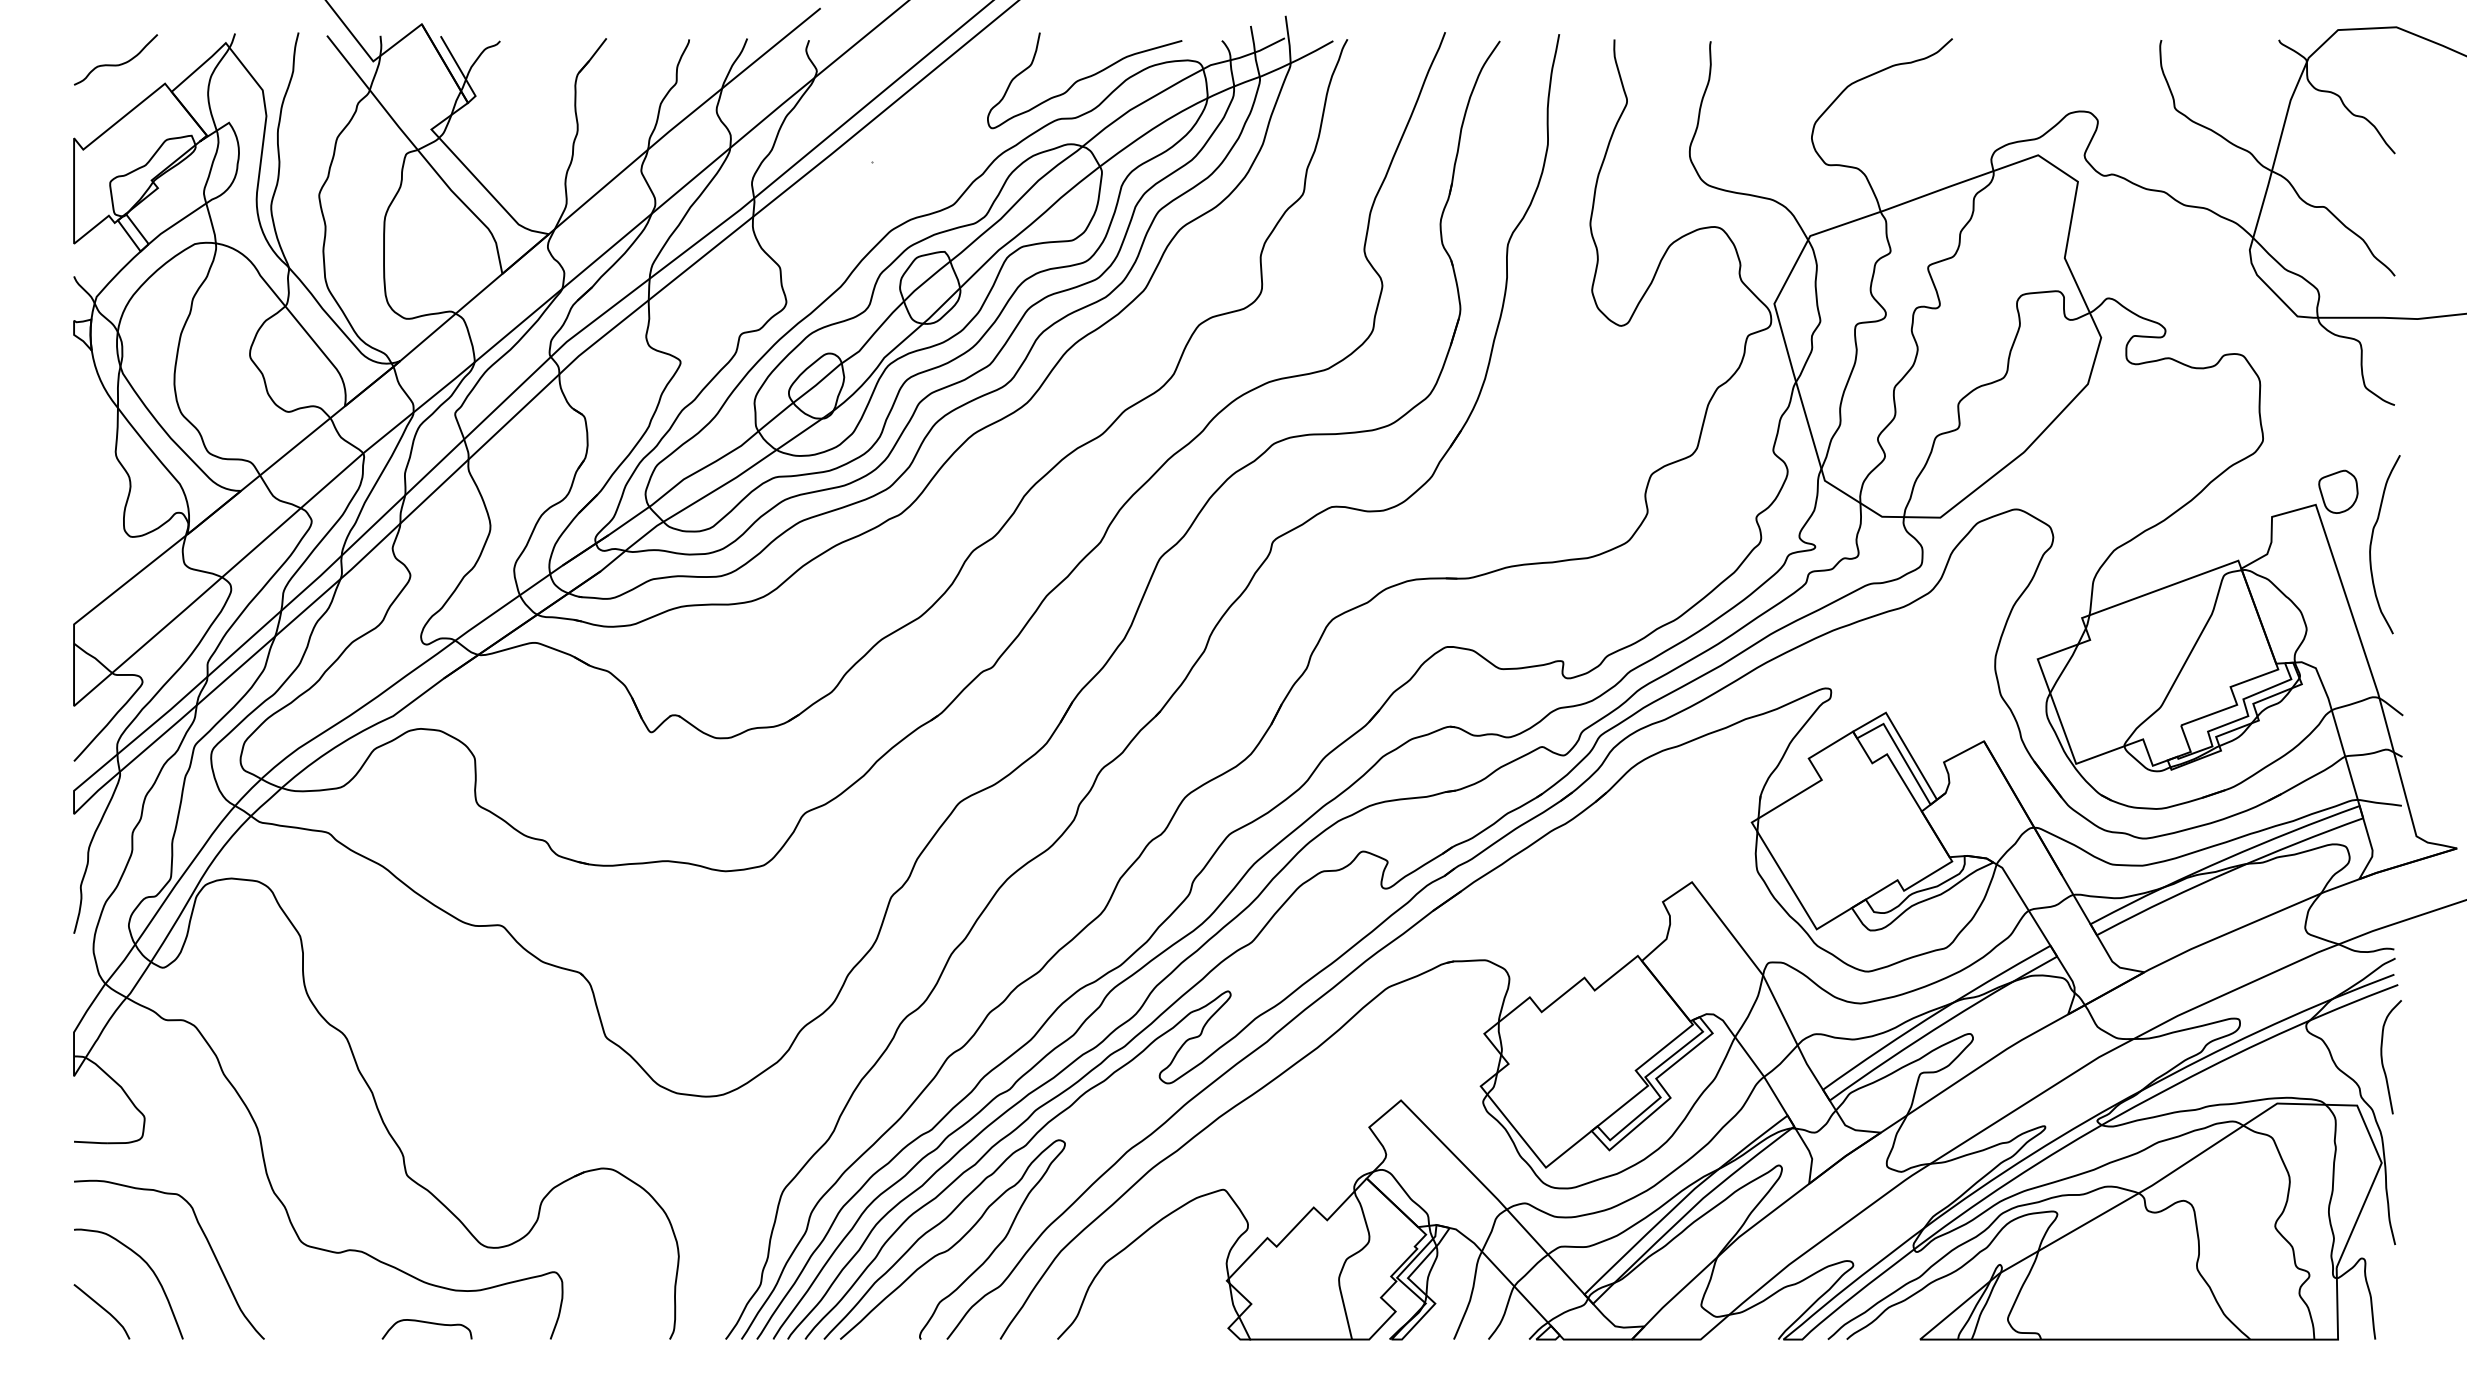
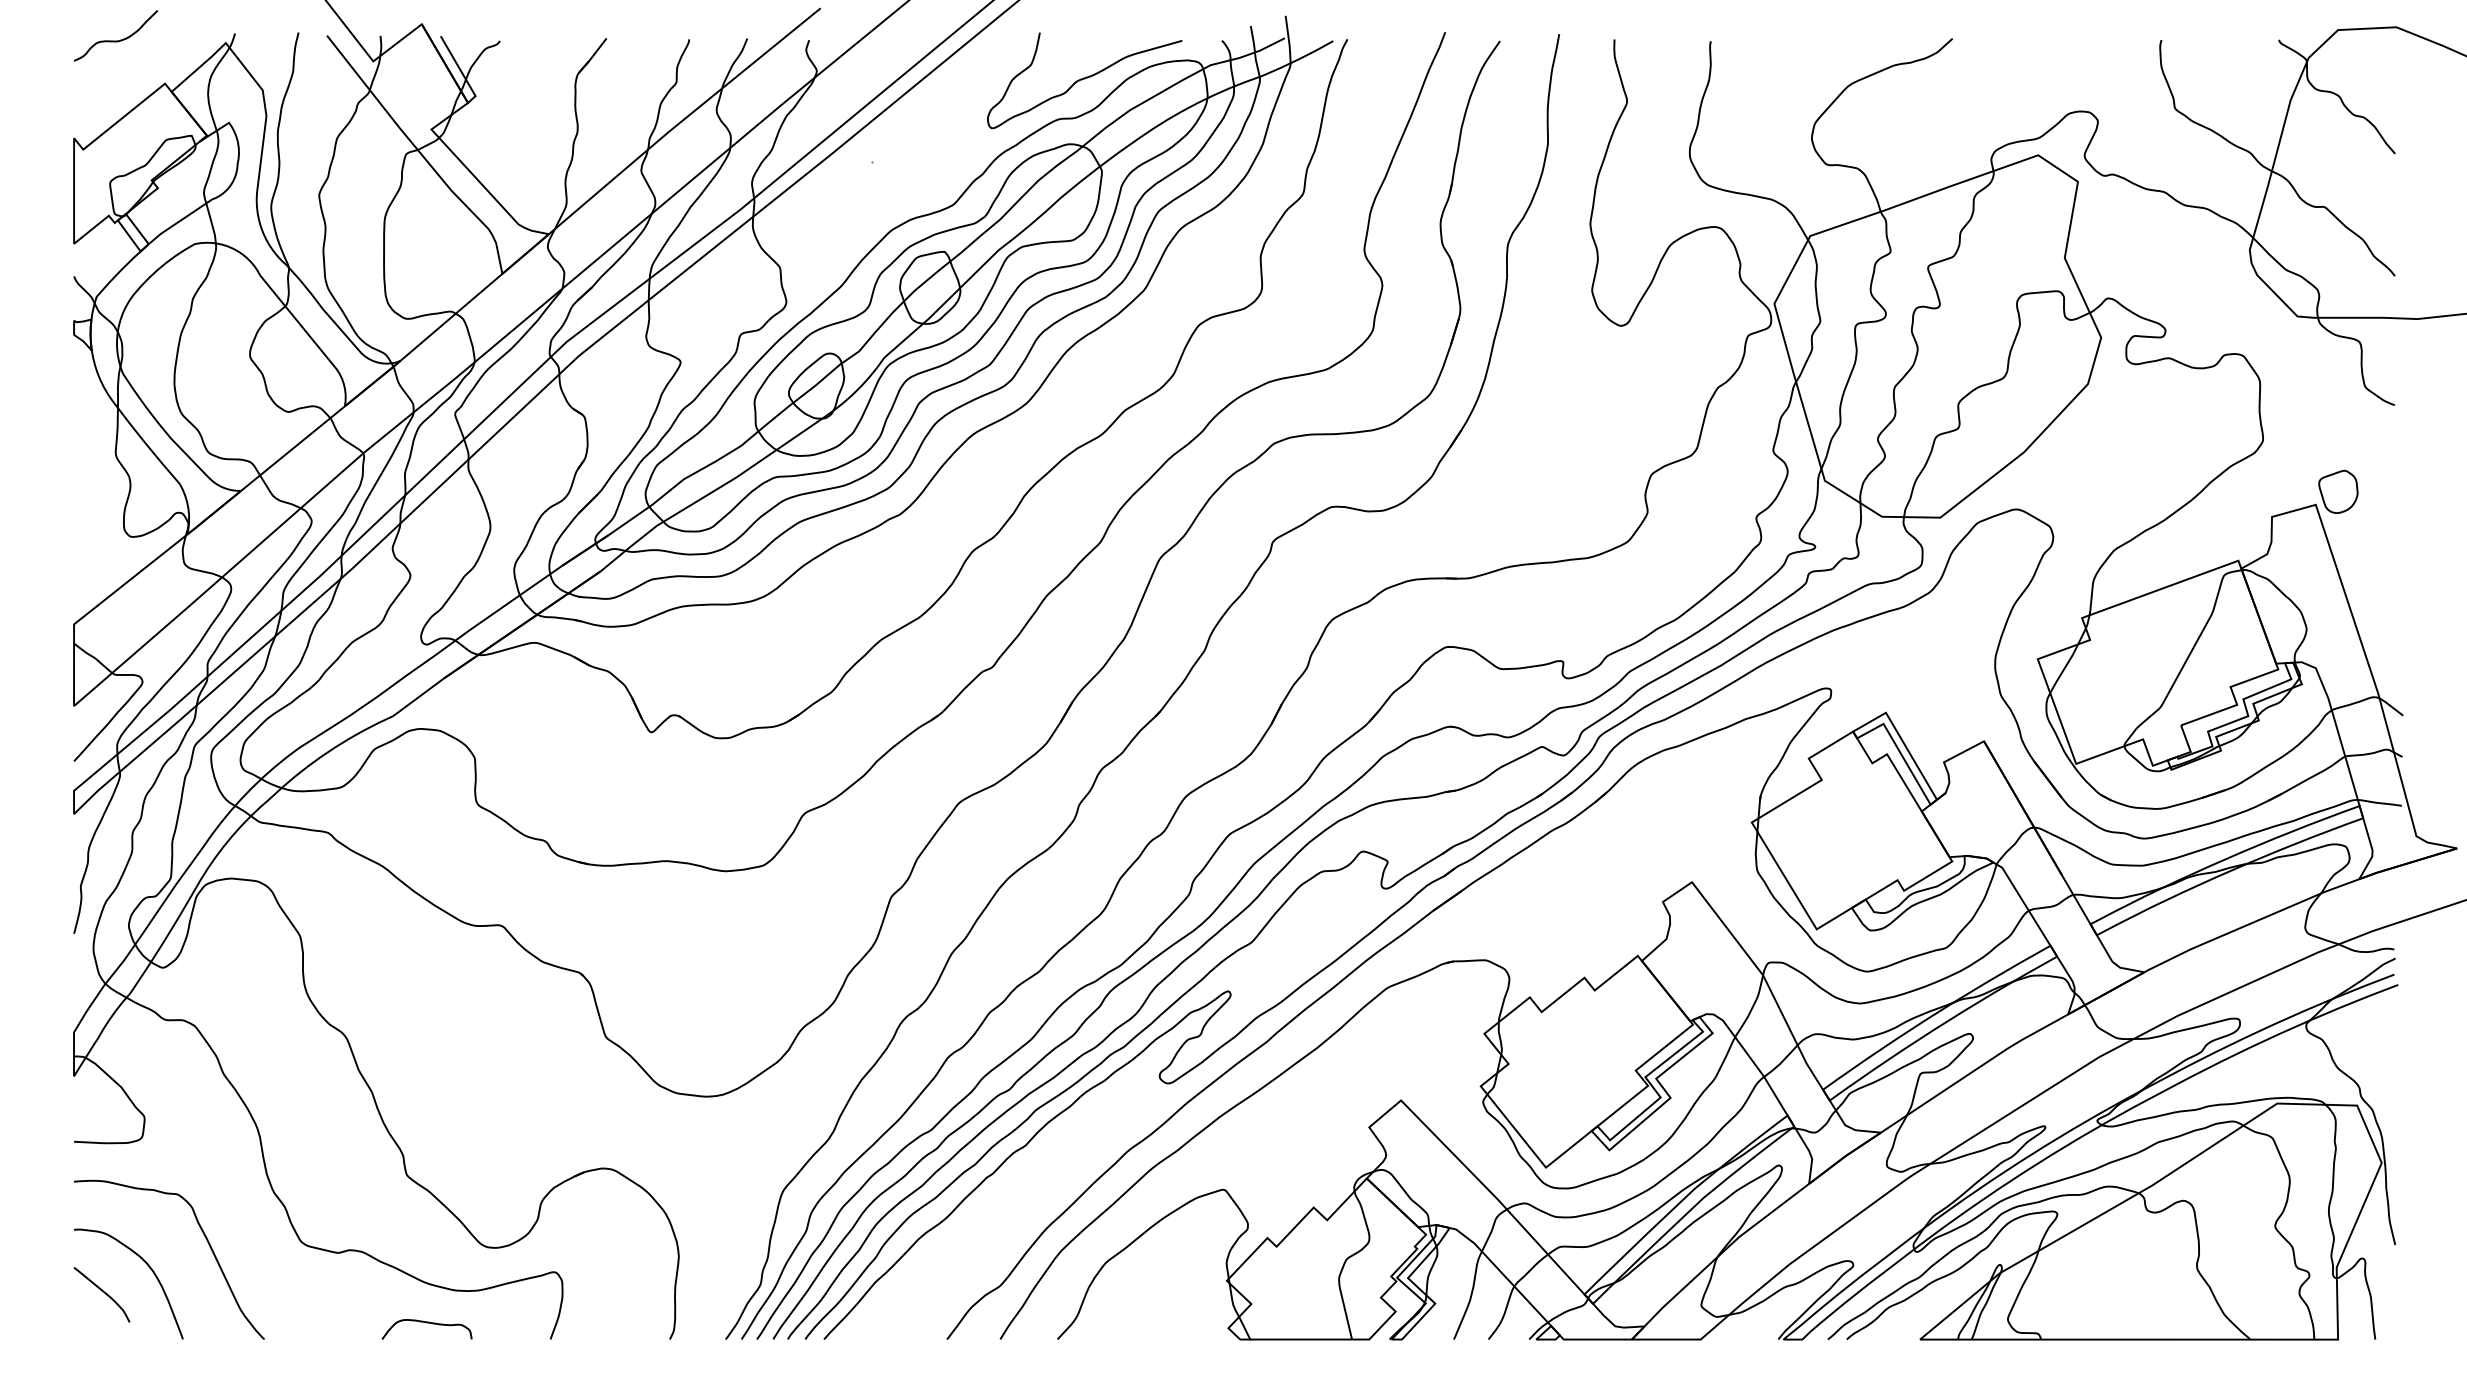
curve at (116, 64) position: (116, 64) -> (116, 40)
curve at (2372, 541): present -> none
curve at (2382, 1057): present -> none
curve at (955, 1242): present -> none
curve at (103, 1309) position: (103, 1309) -> (103, 1292)
